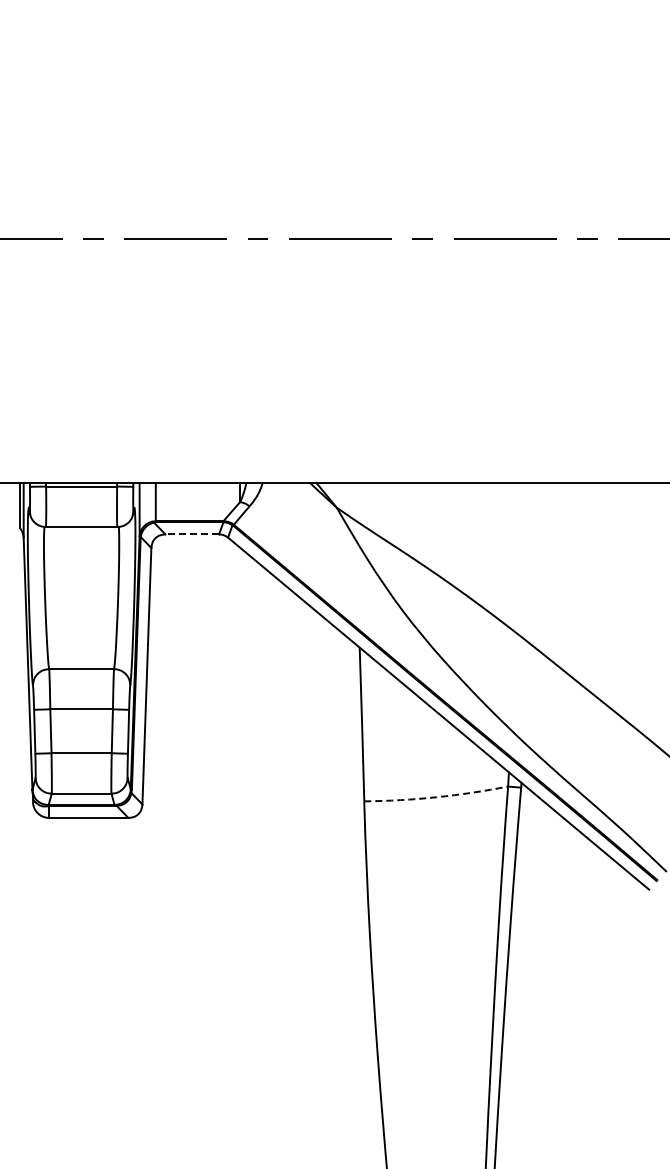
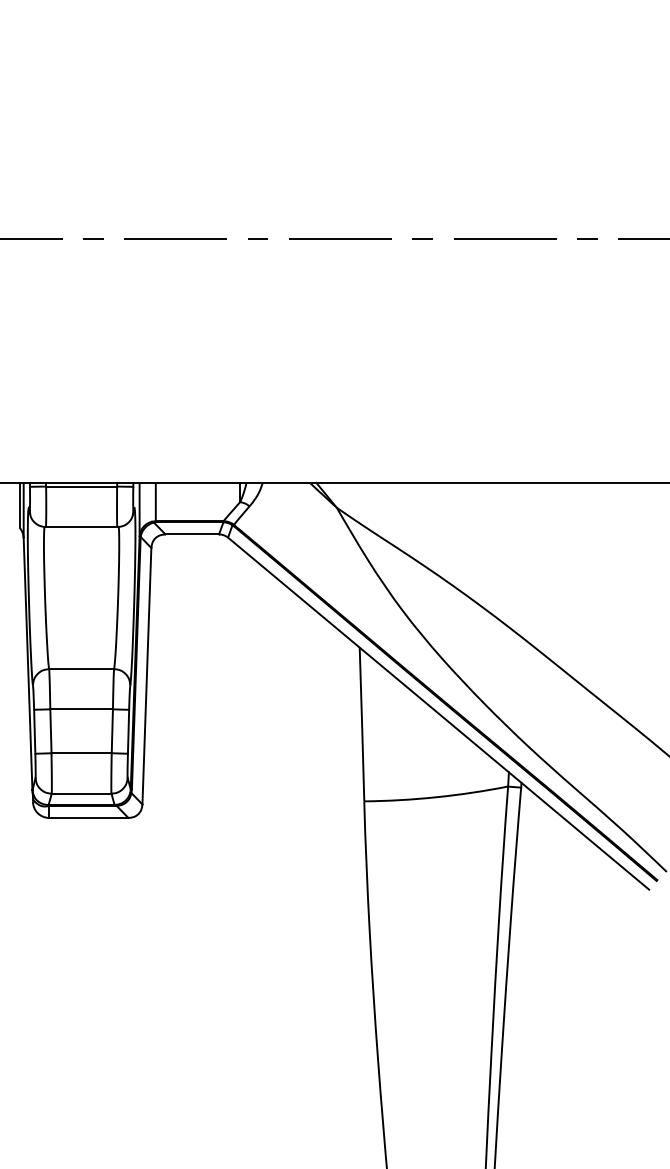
line at (192, 534): dashed -> solid
arc at (436, 797): dashed -> solid
